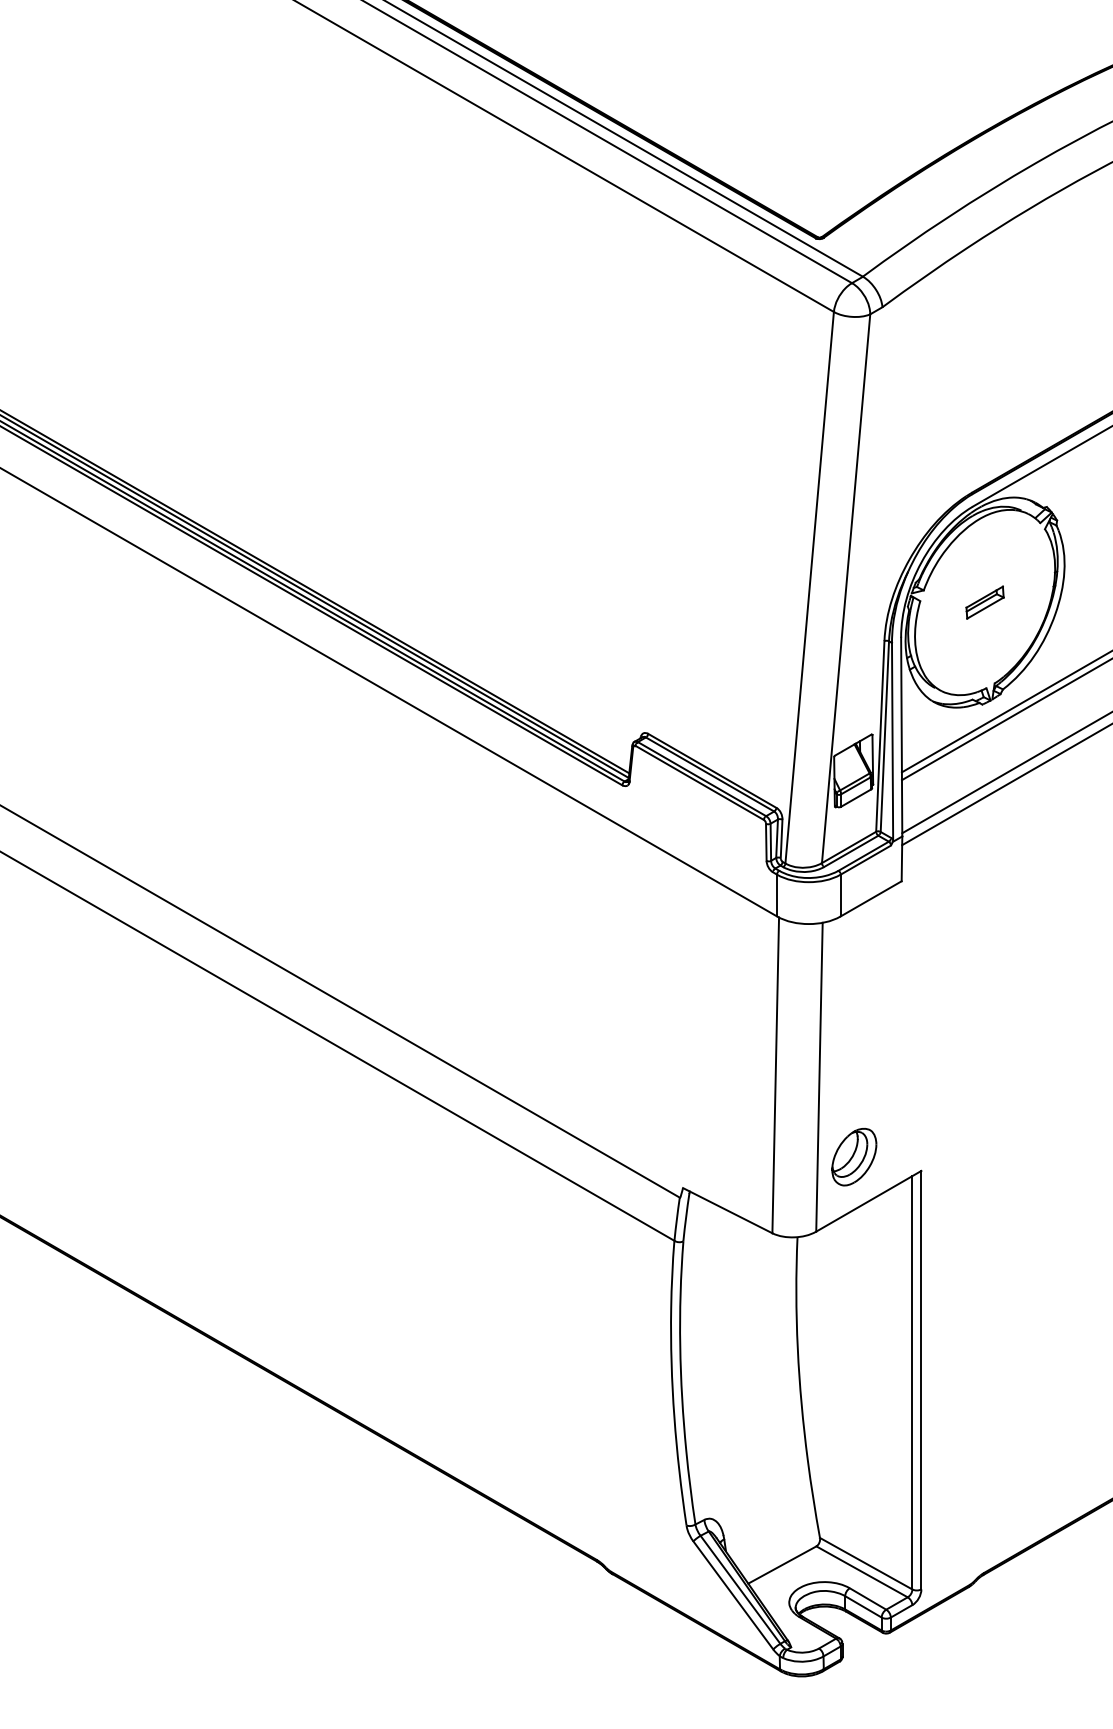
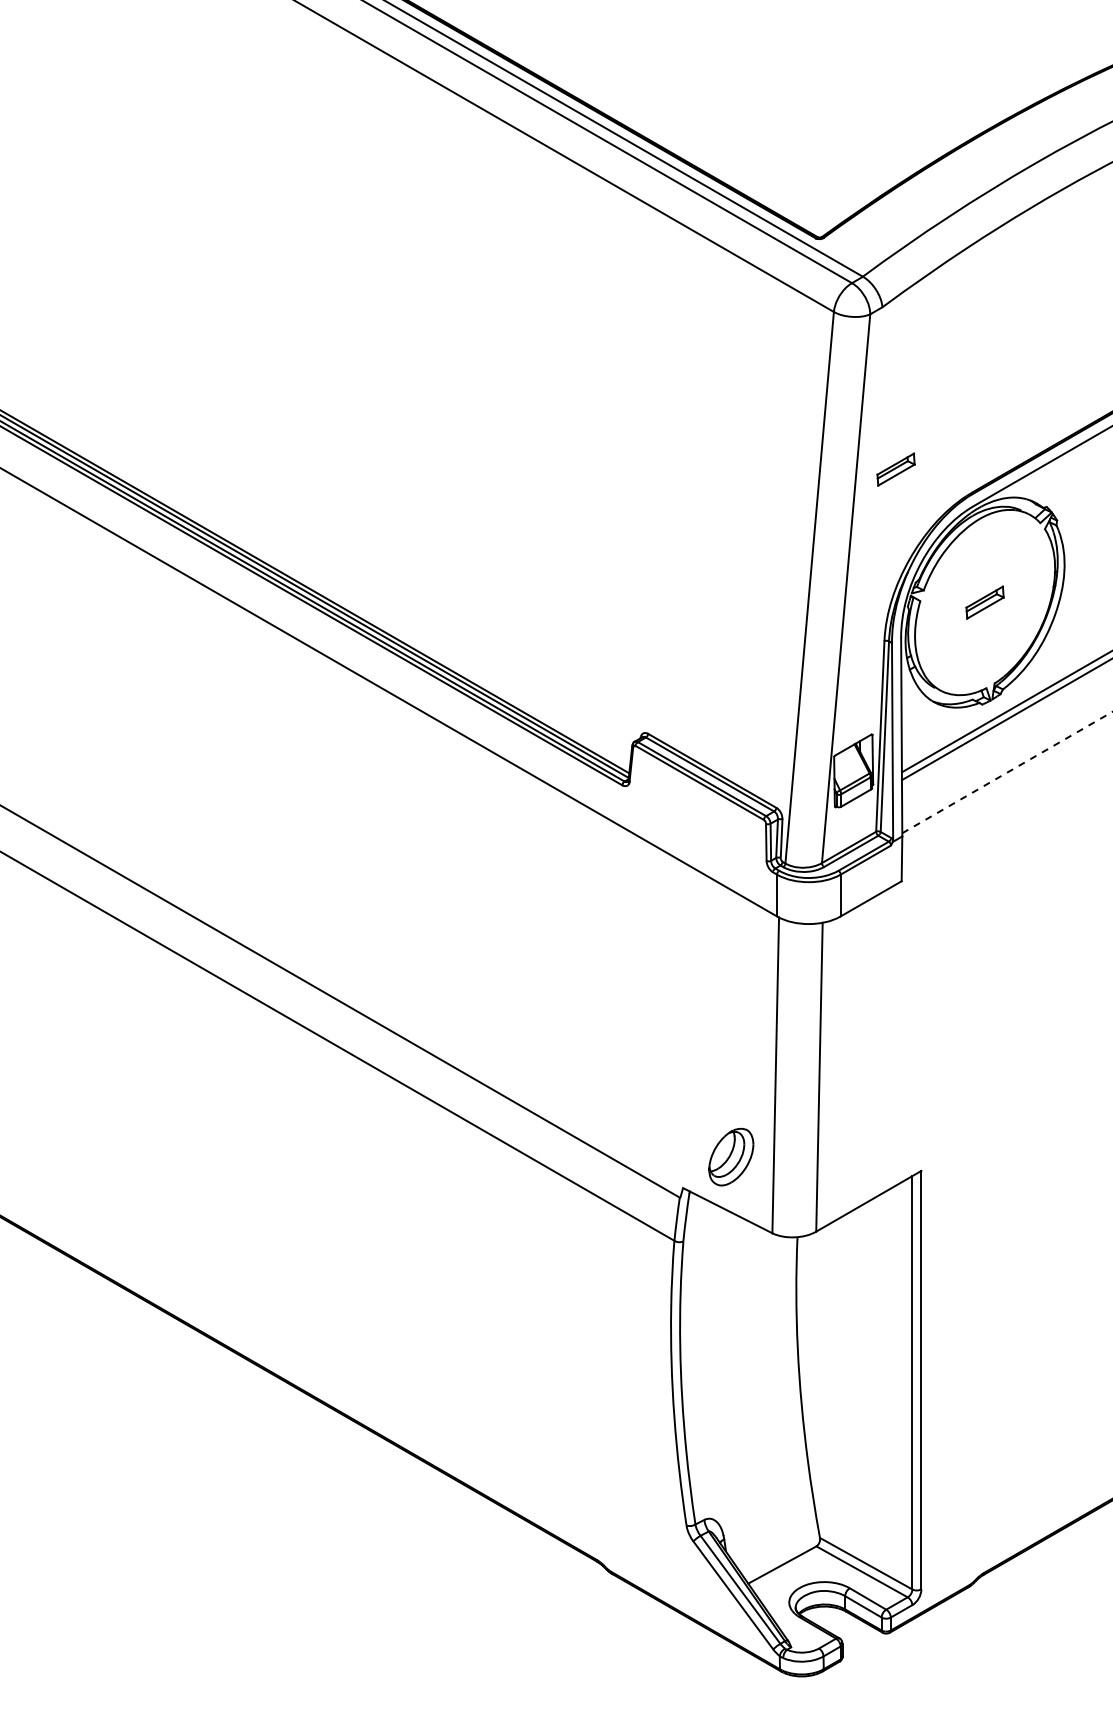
part at (895, 469): none -> present
line at (1007, 772): solid -> dashed
line at (1005, 785): present -> none
part at (854, 1157) position: (854, 1157) -> (731, 1157)
